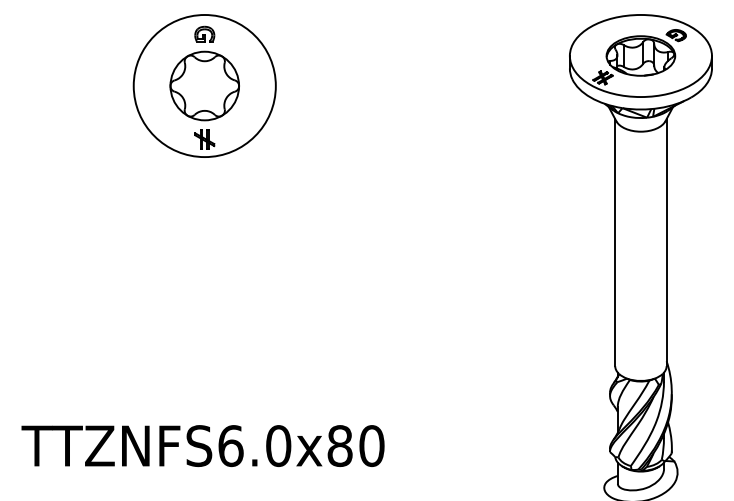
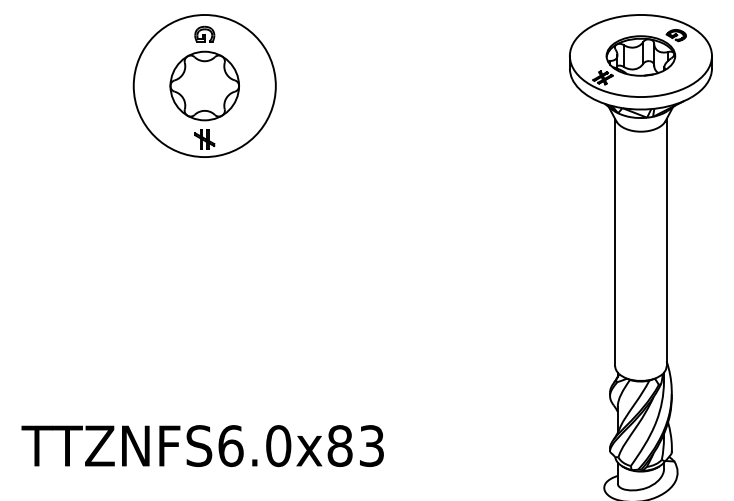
text at (371, 446): TTZNFS6.0x80 -> TTZNFS6.0x83
